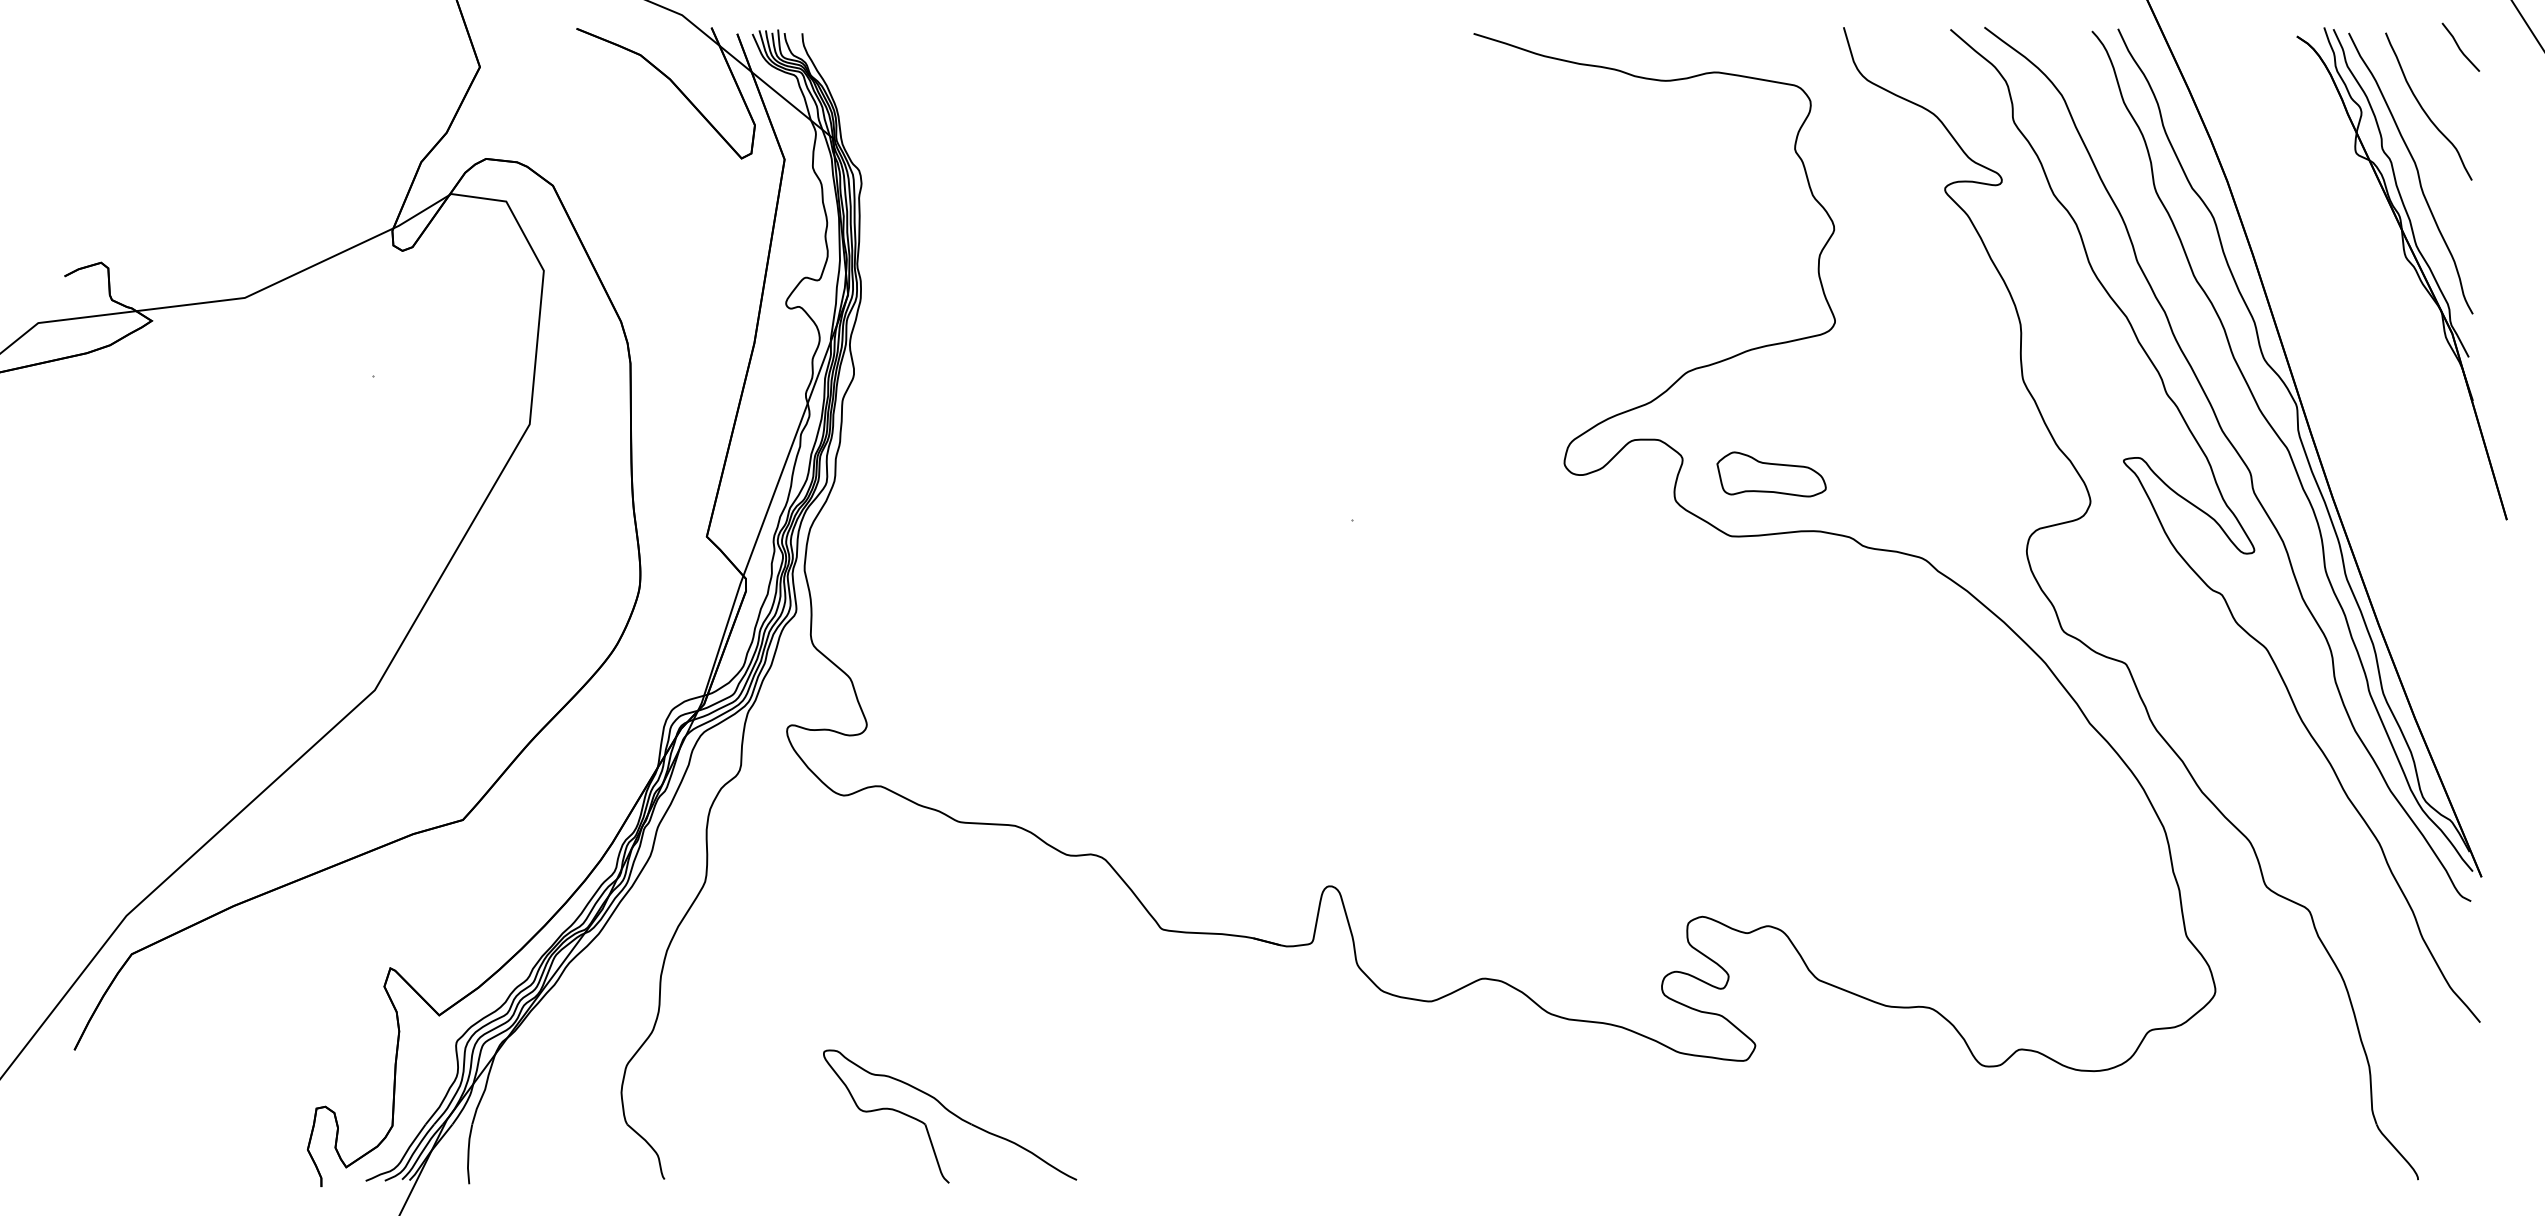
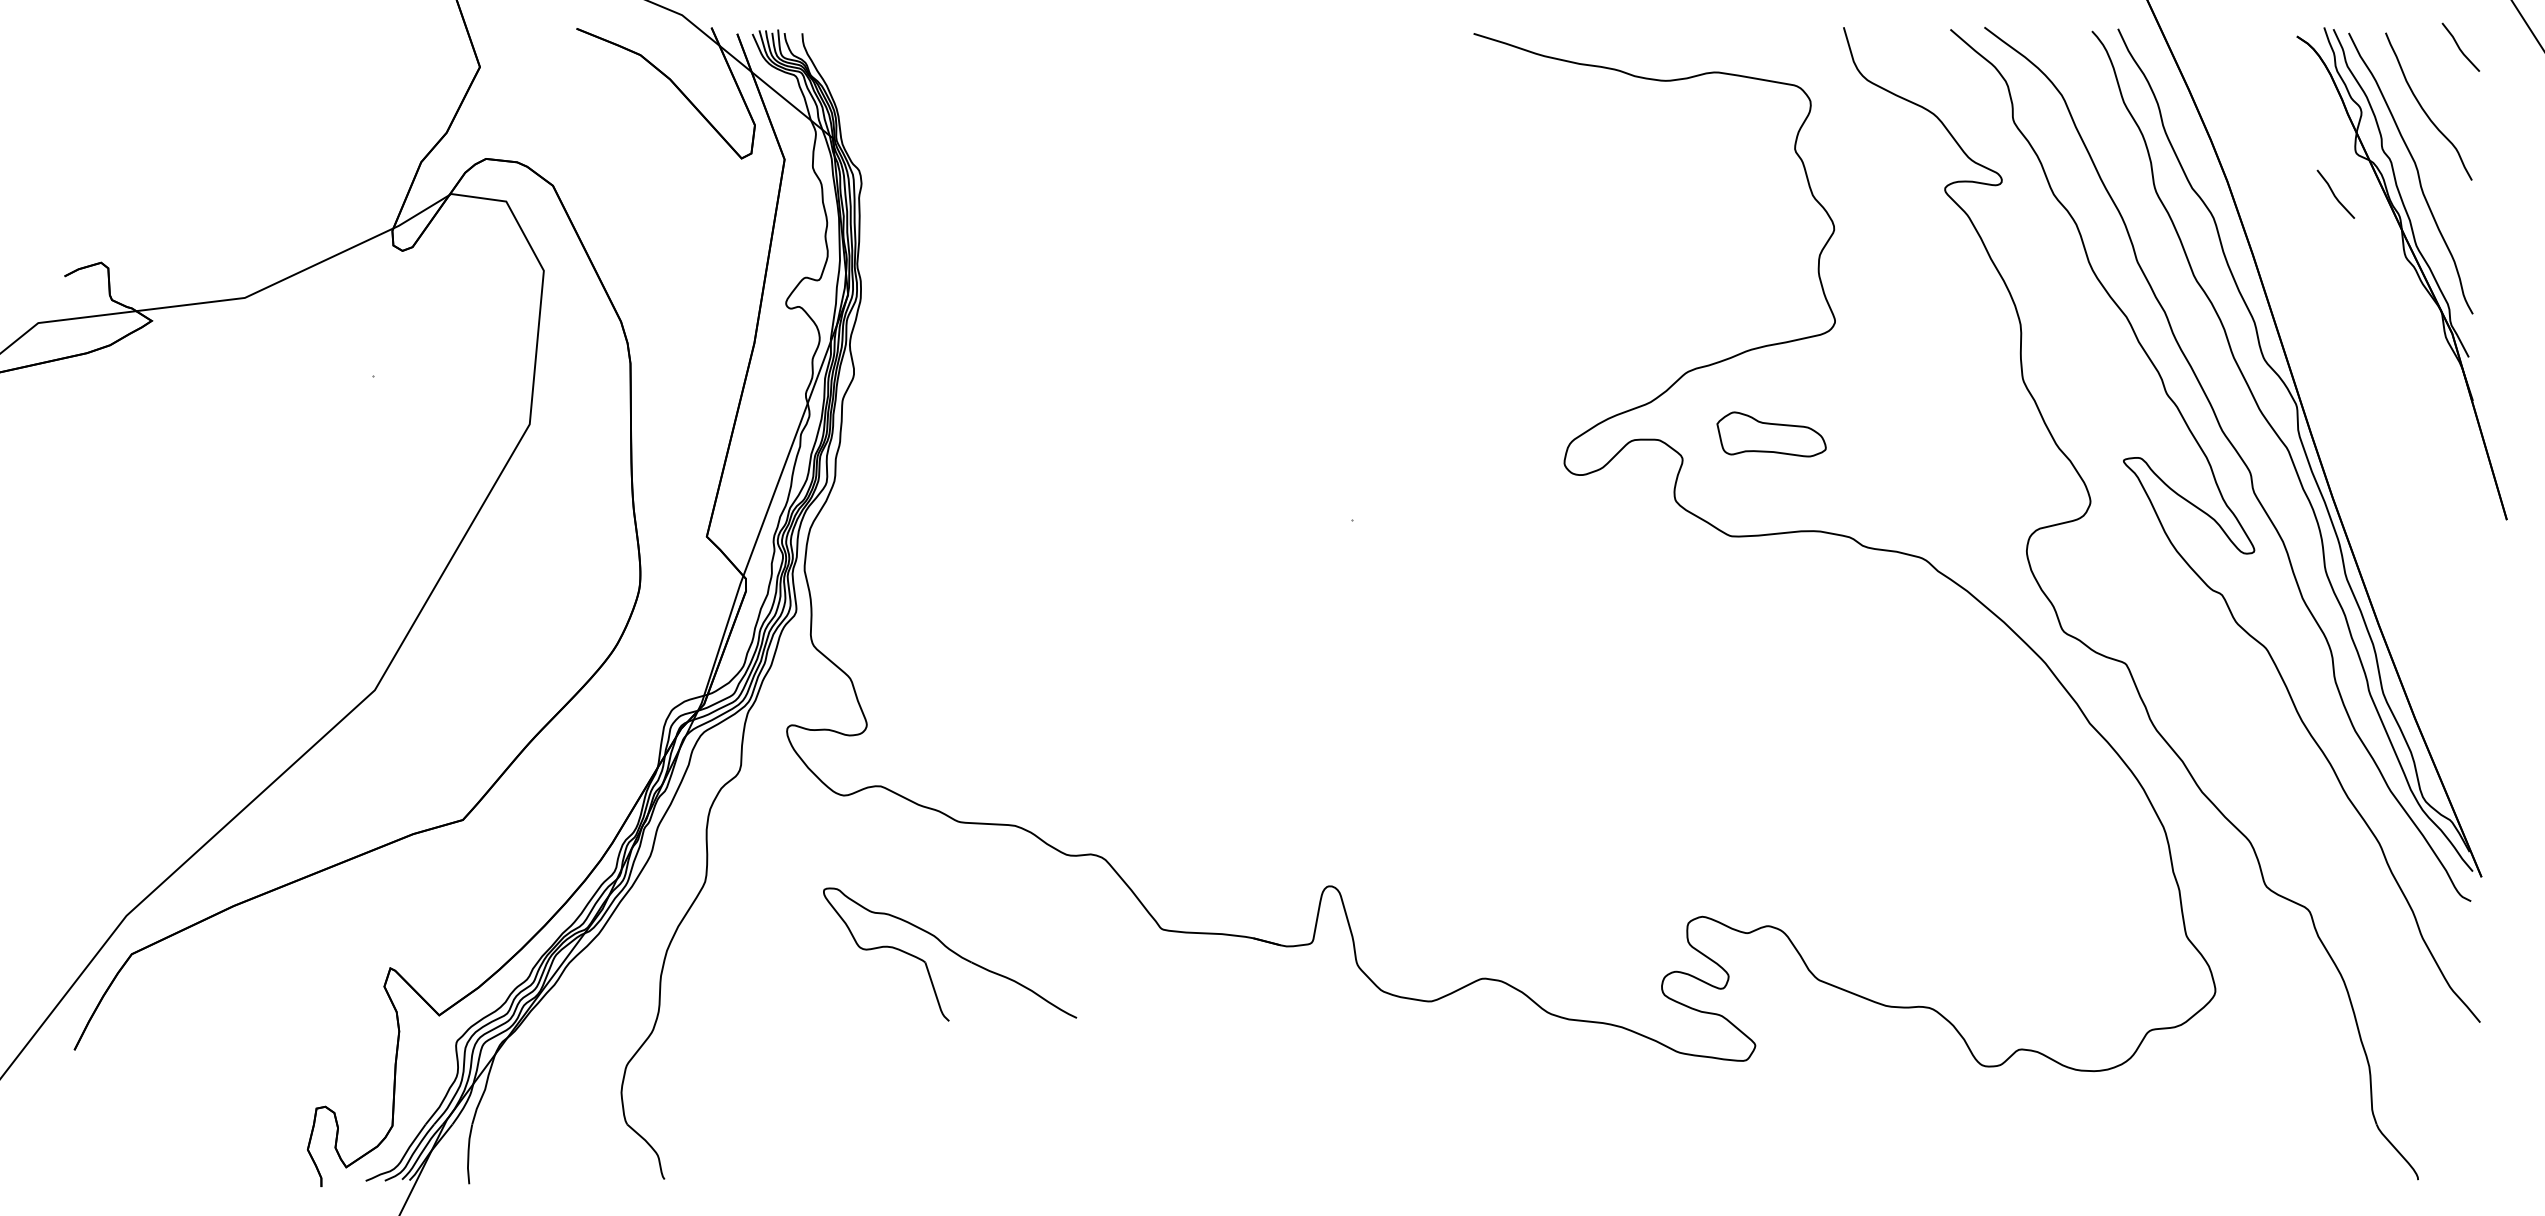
line at (2334, 193): none -> present
part at (1771, 474) position: (1771, 474) -> (1771, 434)
part at (950, 1116) position: (950, 1116) -> (950, 954)
